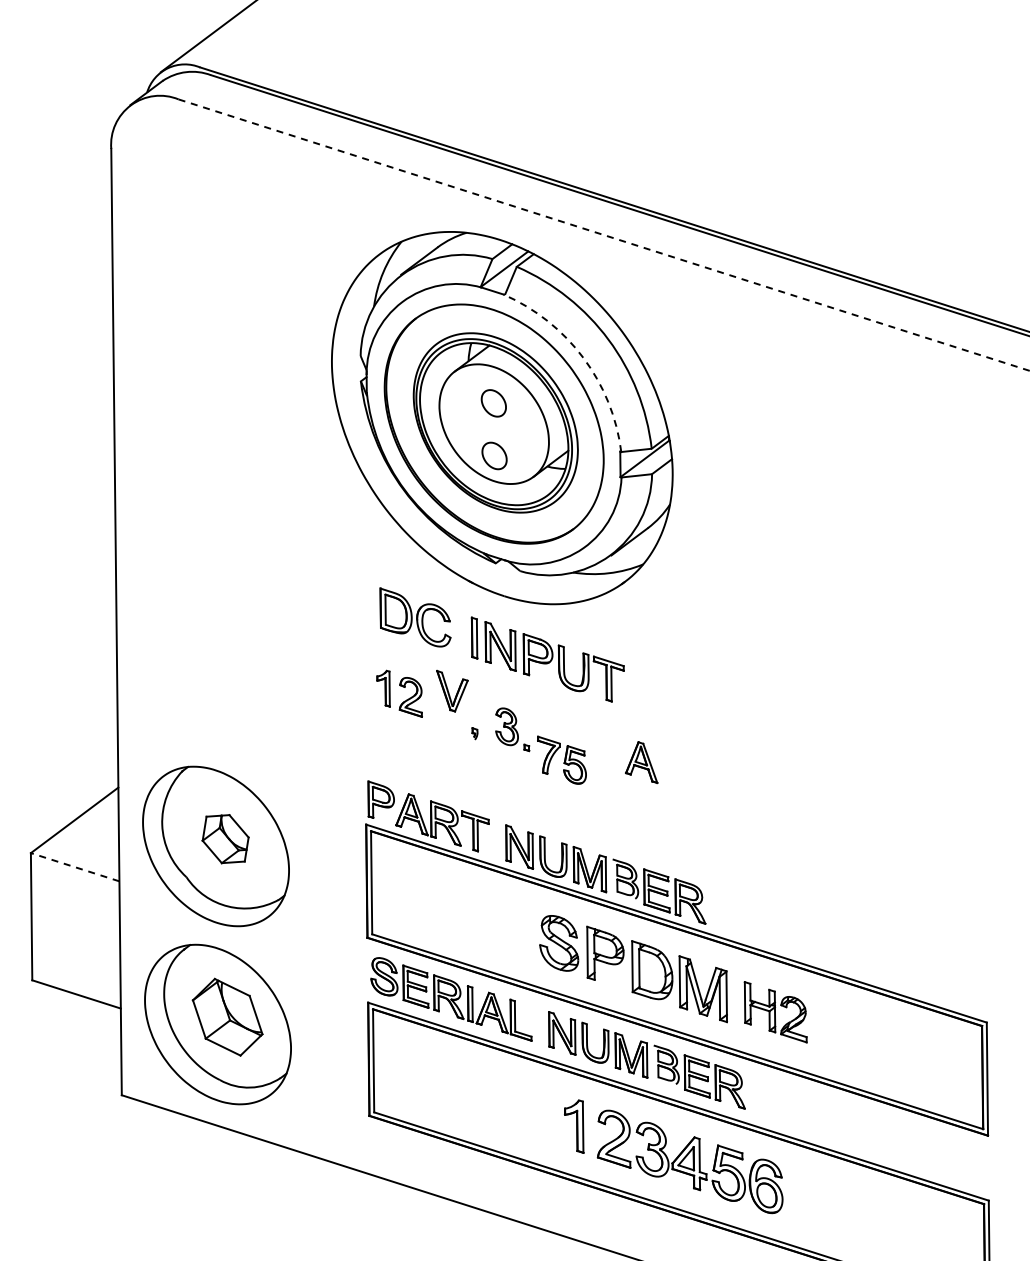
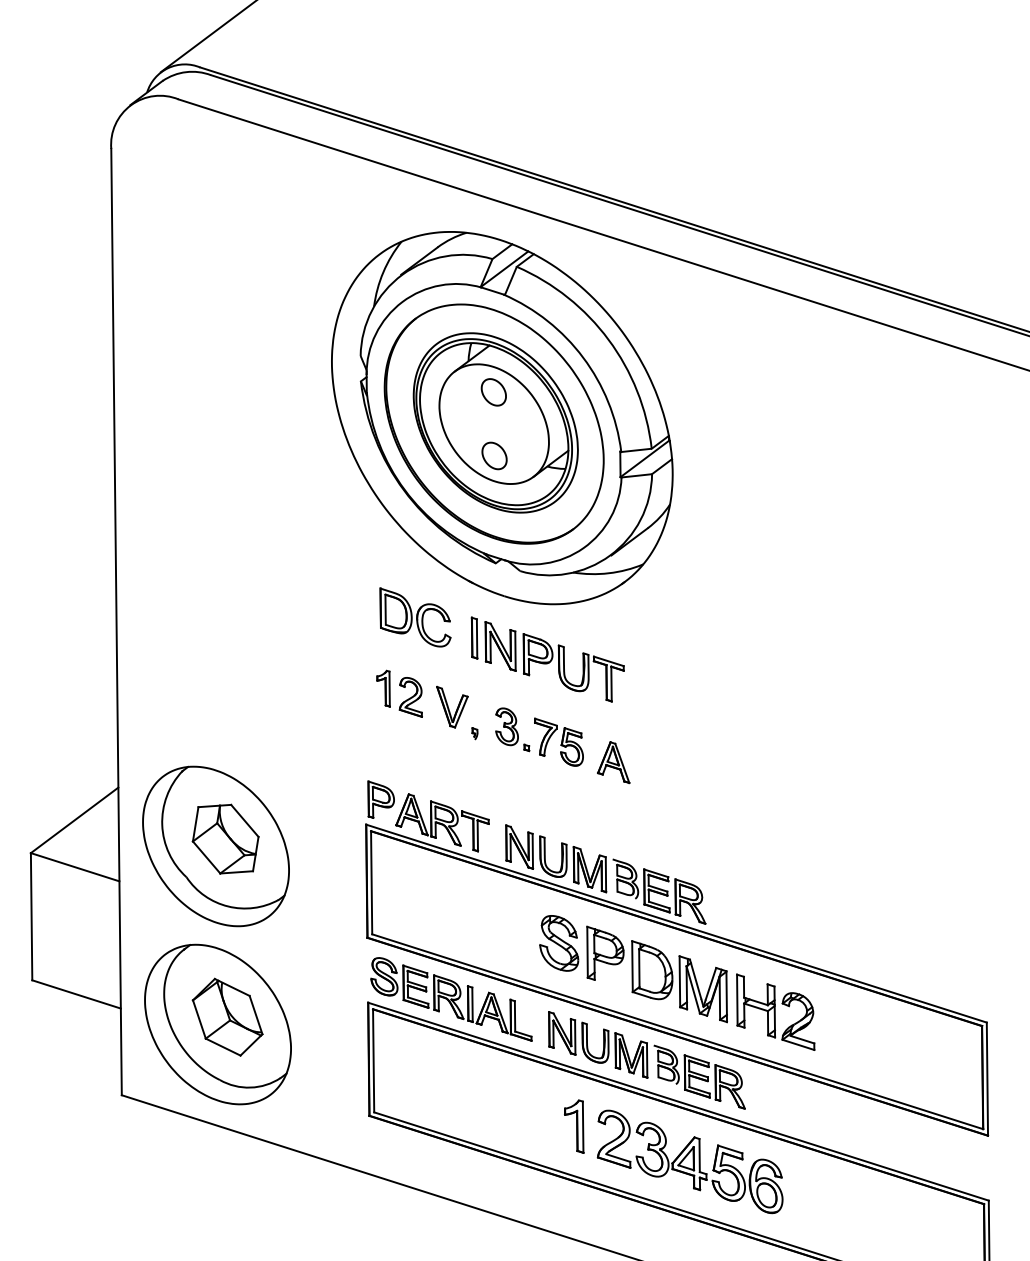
line at (604, 235): dashed -> solid
arc at (583, 357): dashed -> solid
part at (493, 403) position: (493, 403) -> (493, 392)
part at (452, 690) position: (452, 690) -> (452, 706)
part at (561, 759) position: (561, 759) -> (558, 741)
part at (641, 762) position: (641, 762) -> (613, 762)
part at (225, 839) size: 49x51 px -> 69x72 px
line at (74, 867): dashed -> solid
part at (775, 1012) size: 65x63 px -> 80x78 px
